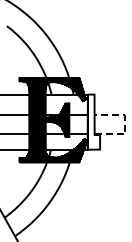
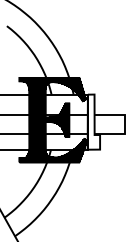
line at (124, 124): dashed -> solid
